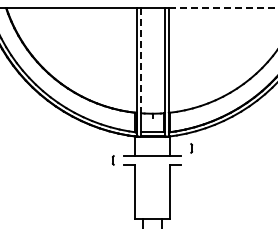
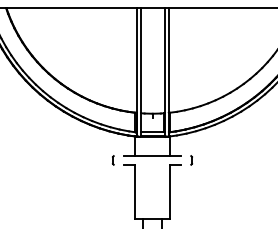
line at (223, 8): dashed -> solid
line at (141, 60): dashed -> solid
part at (191, 148) position: (191, 148) -> (191, 160)
